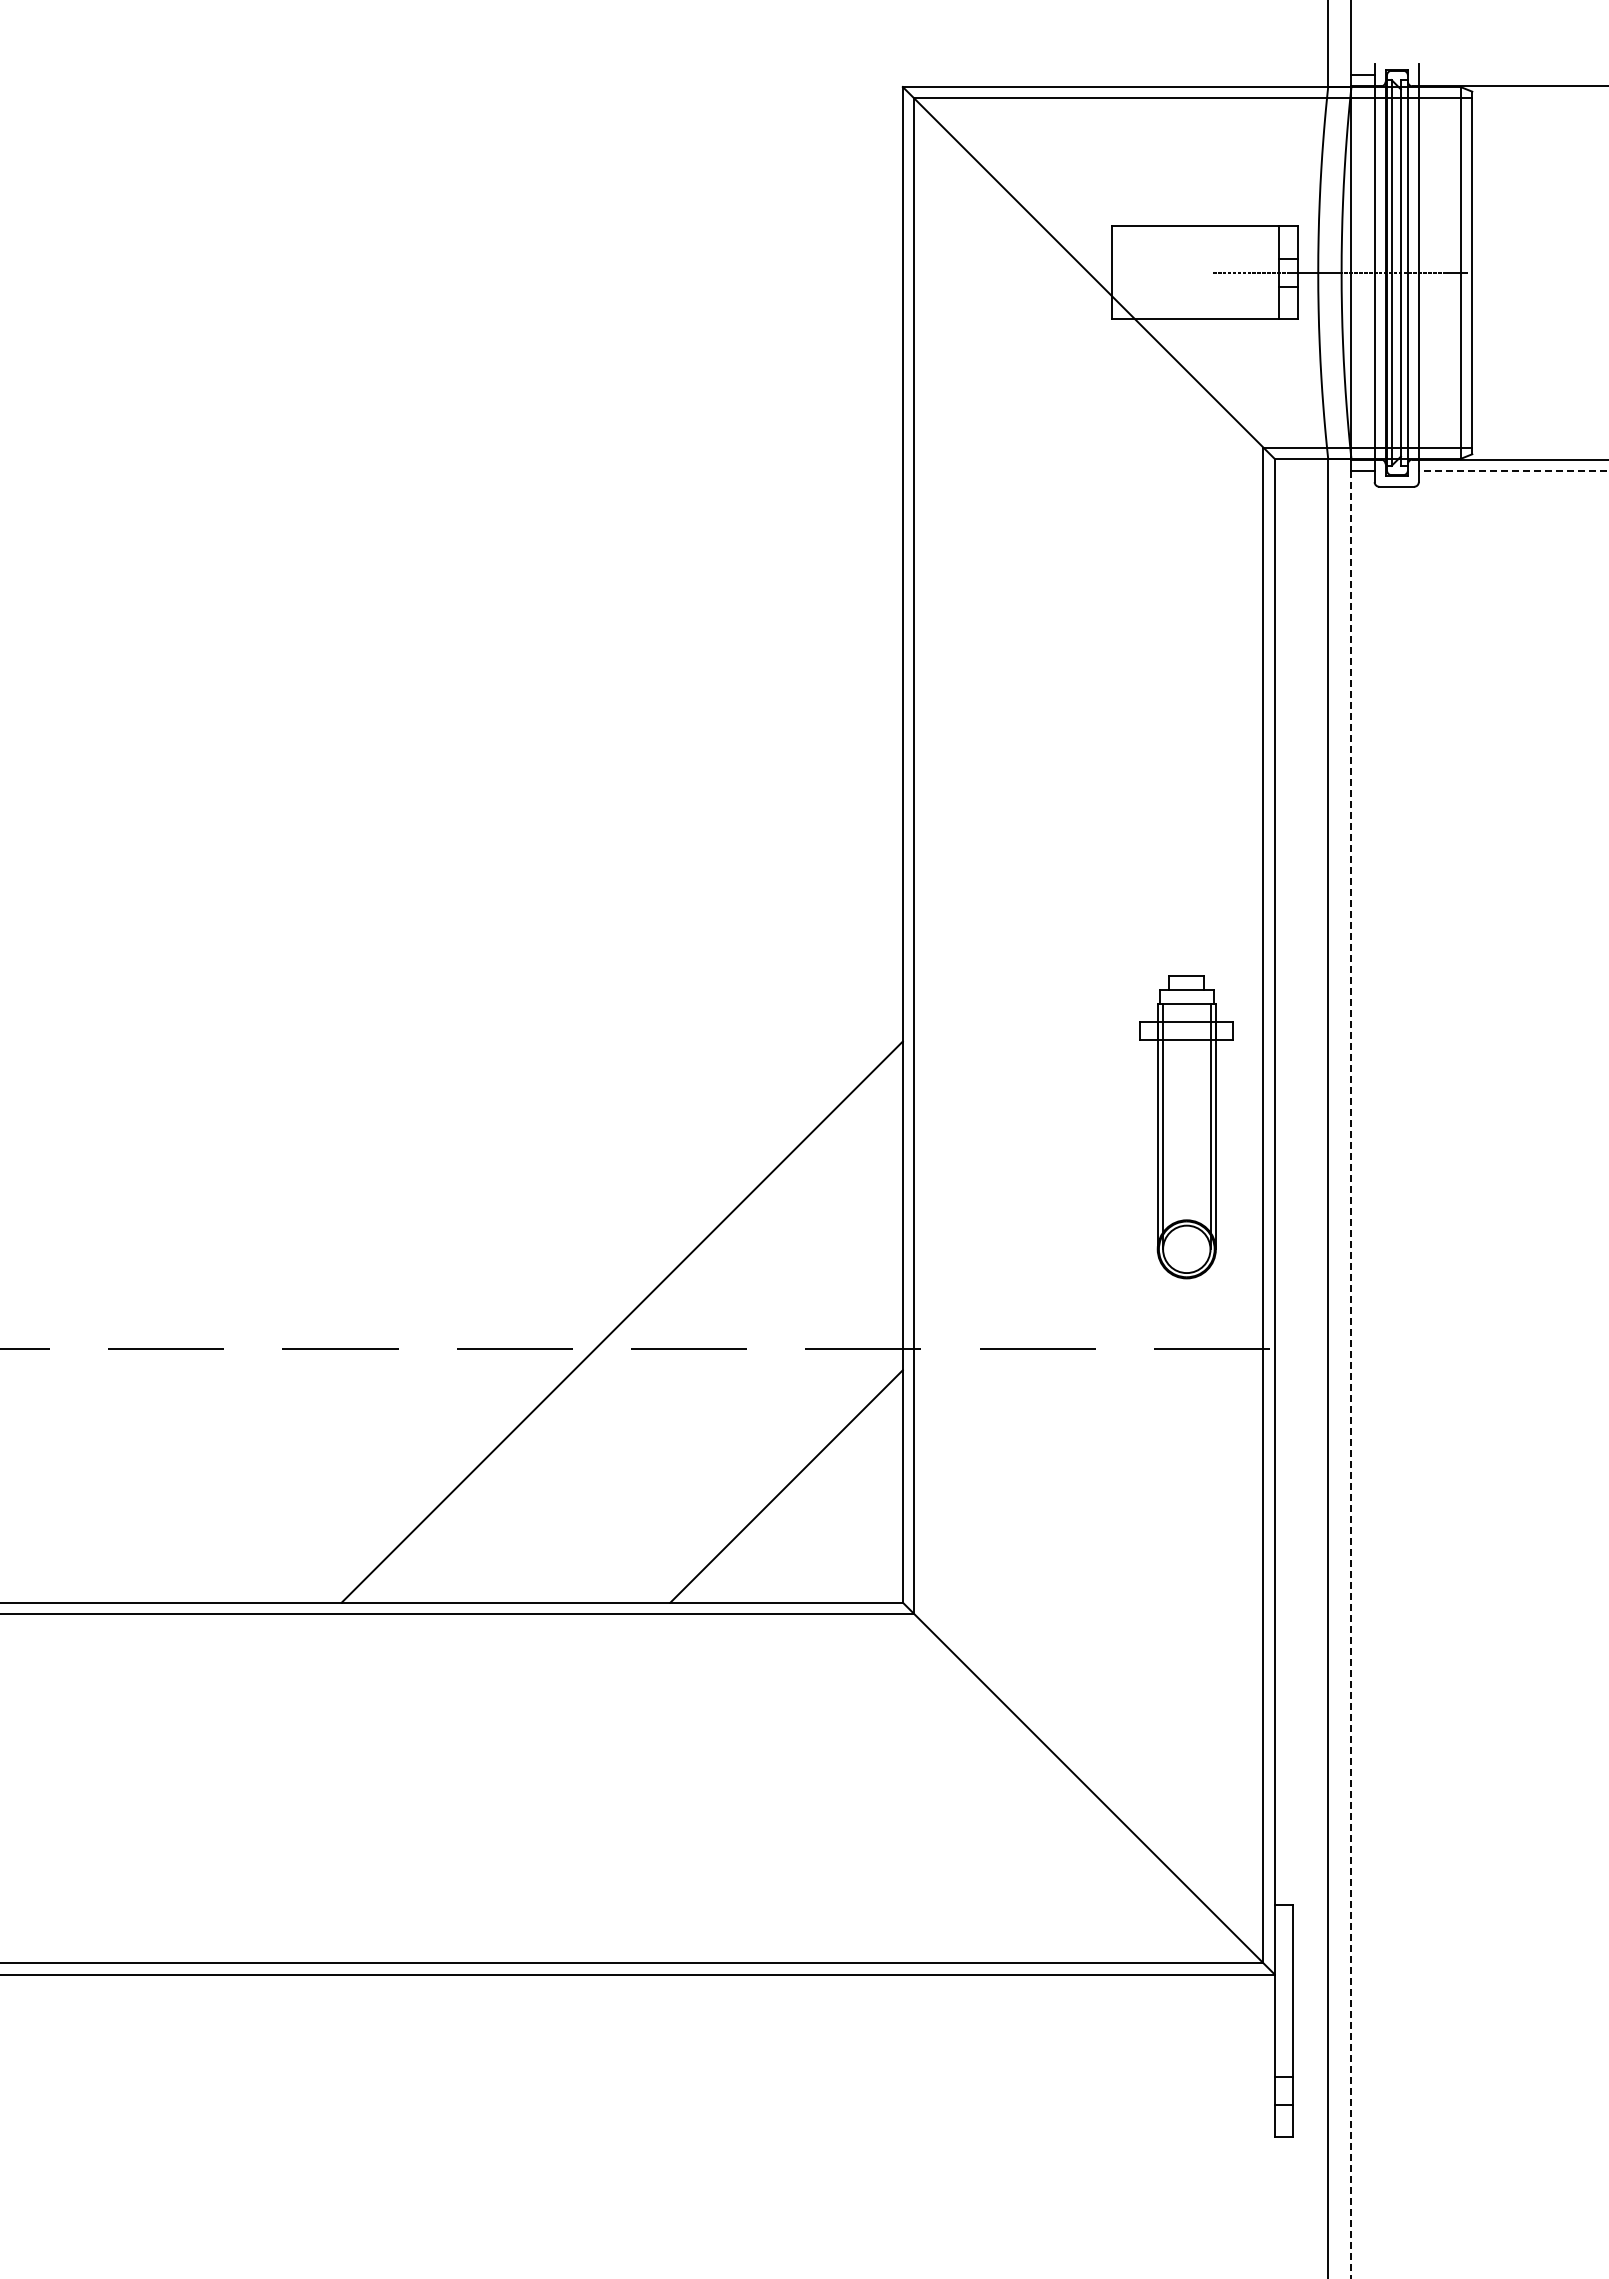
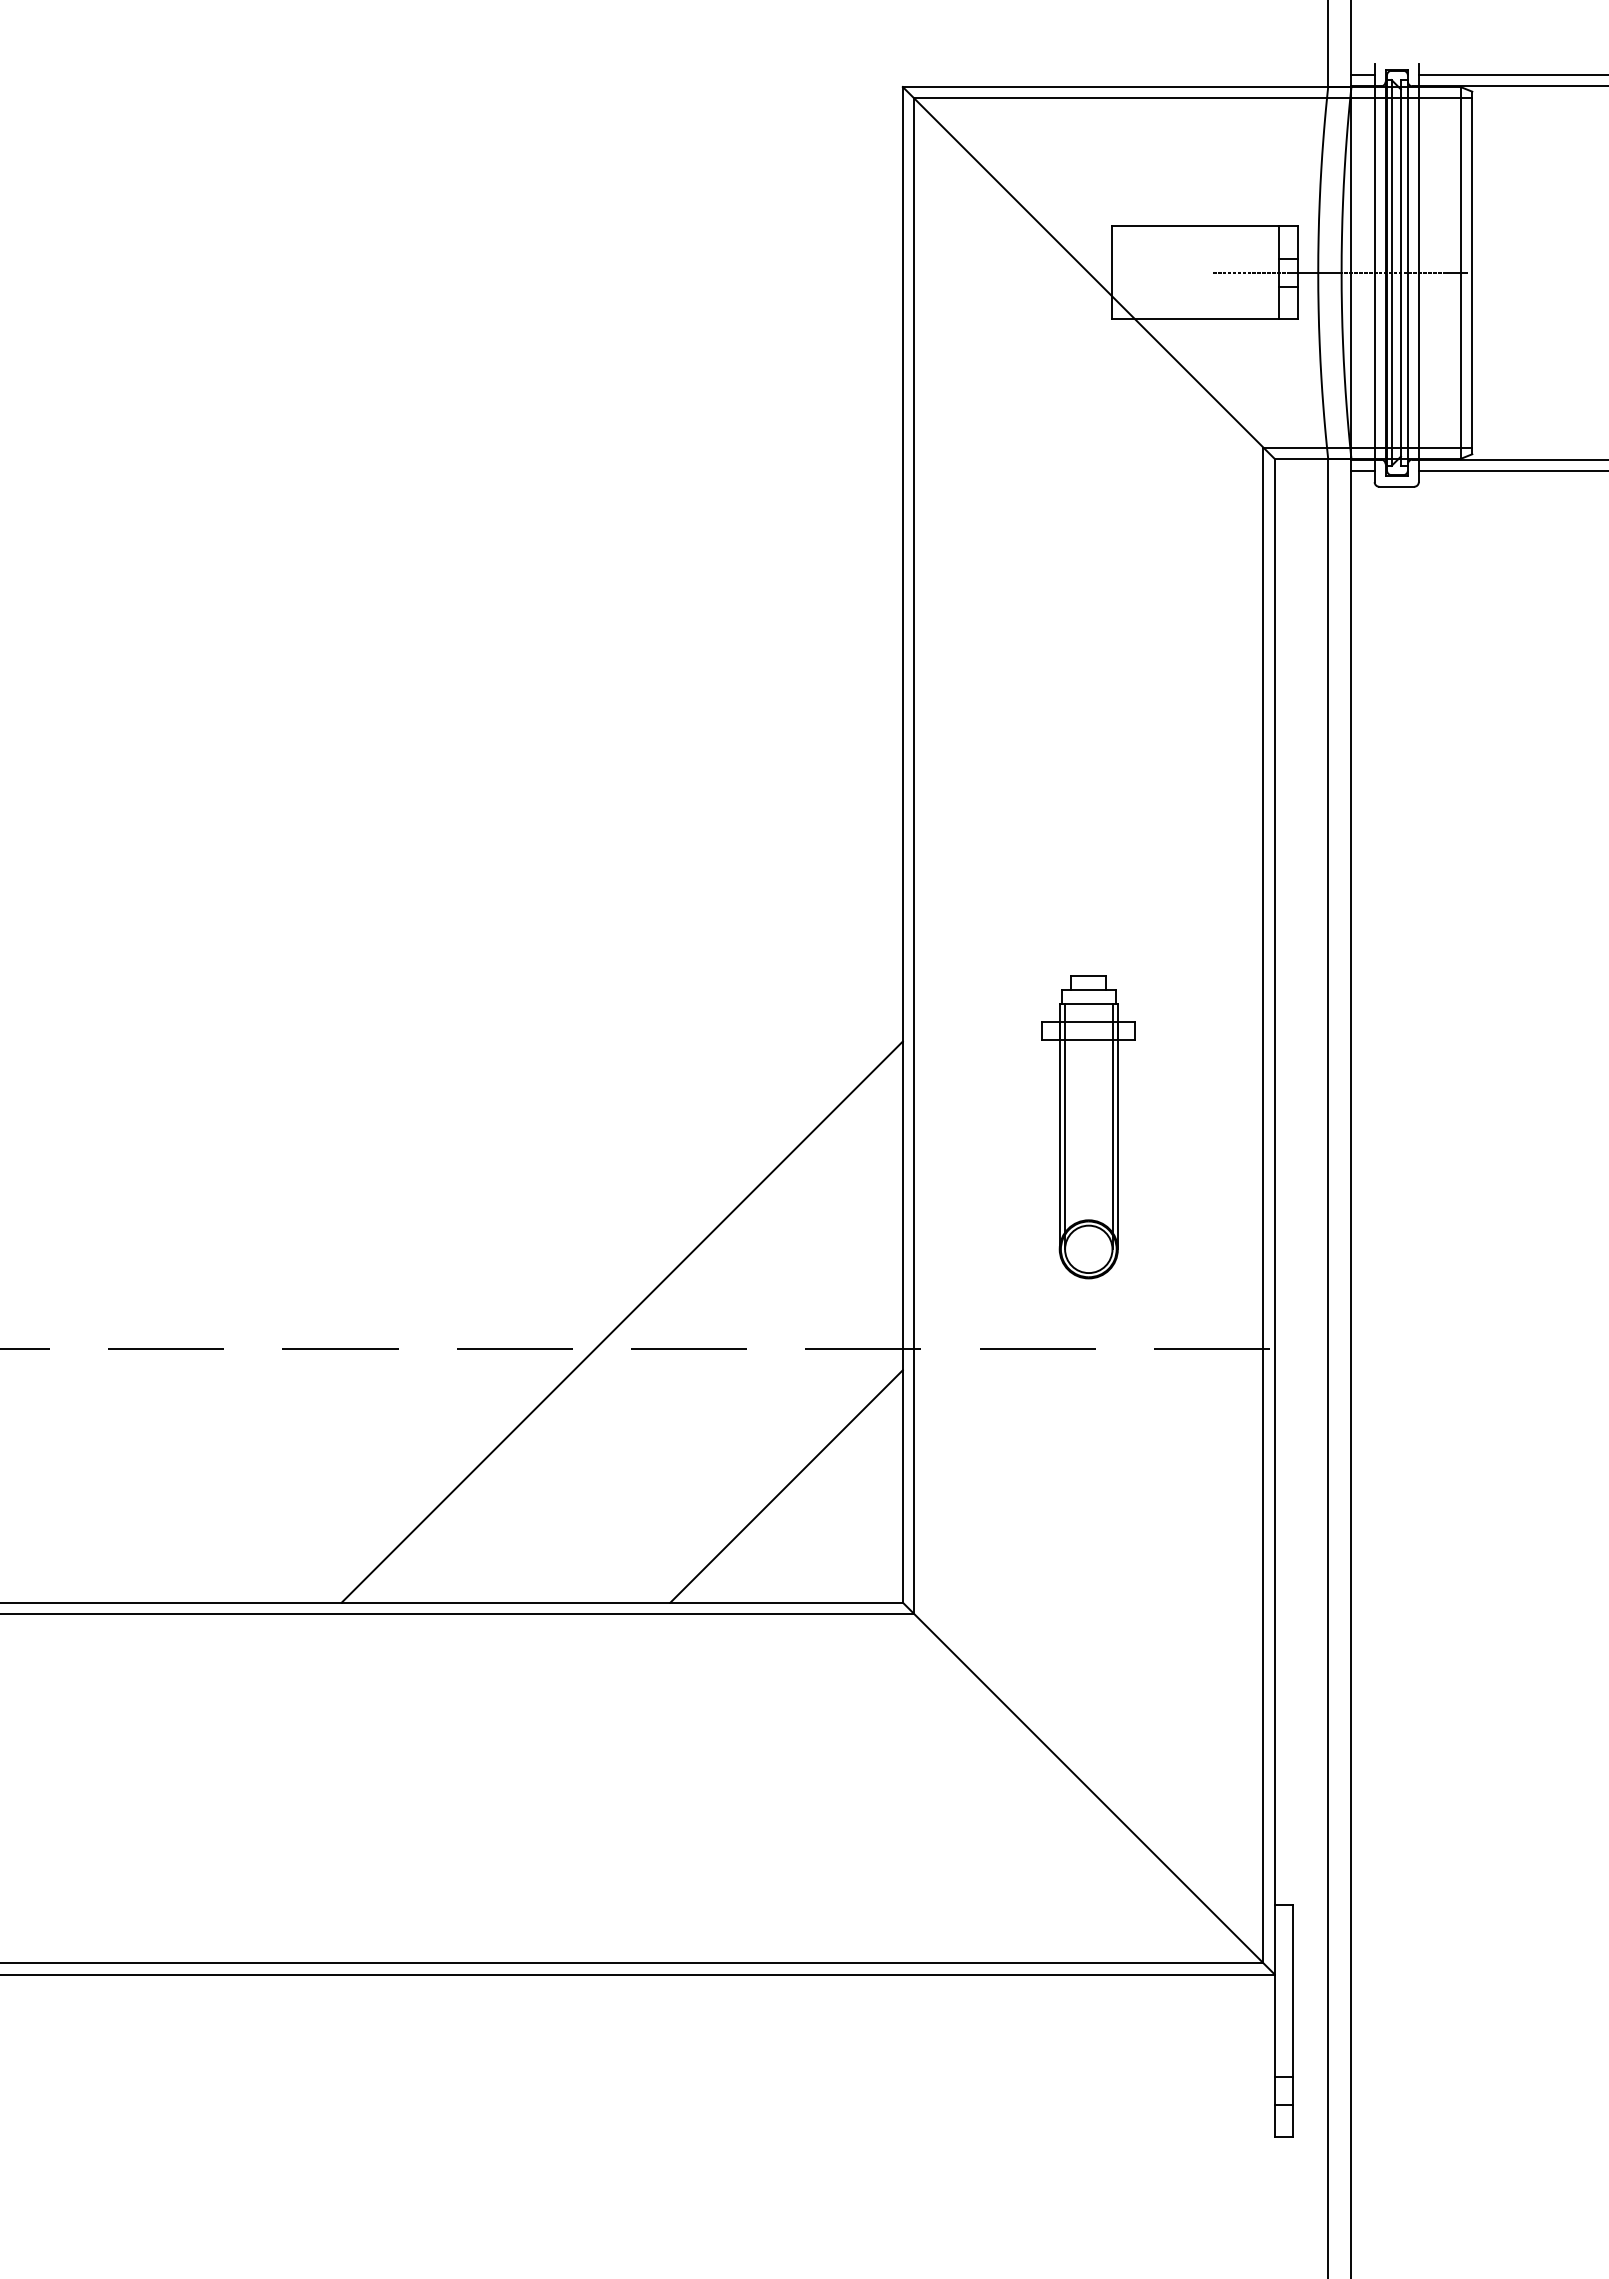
line at (1511, 75): none -> present
line at (1513, 470): dashed -> solid
part at (1186, 1127) position: (1186, 1127) -> (1088, 1127)
line at (1351, 1374): dashed -> solid
